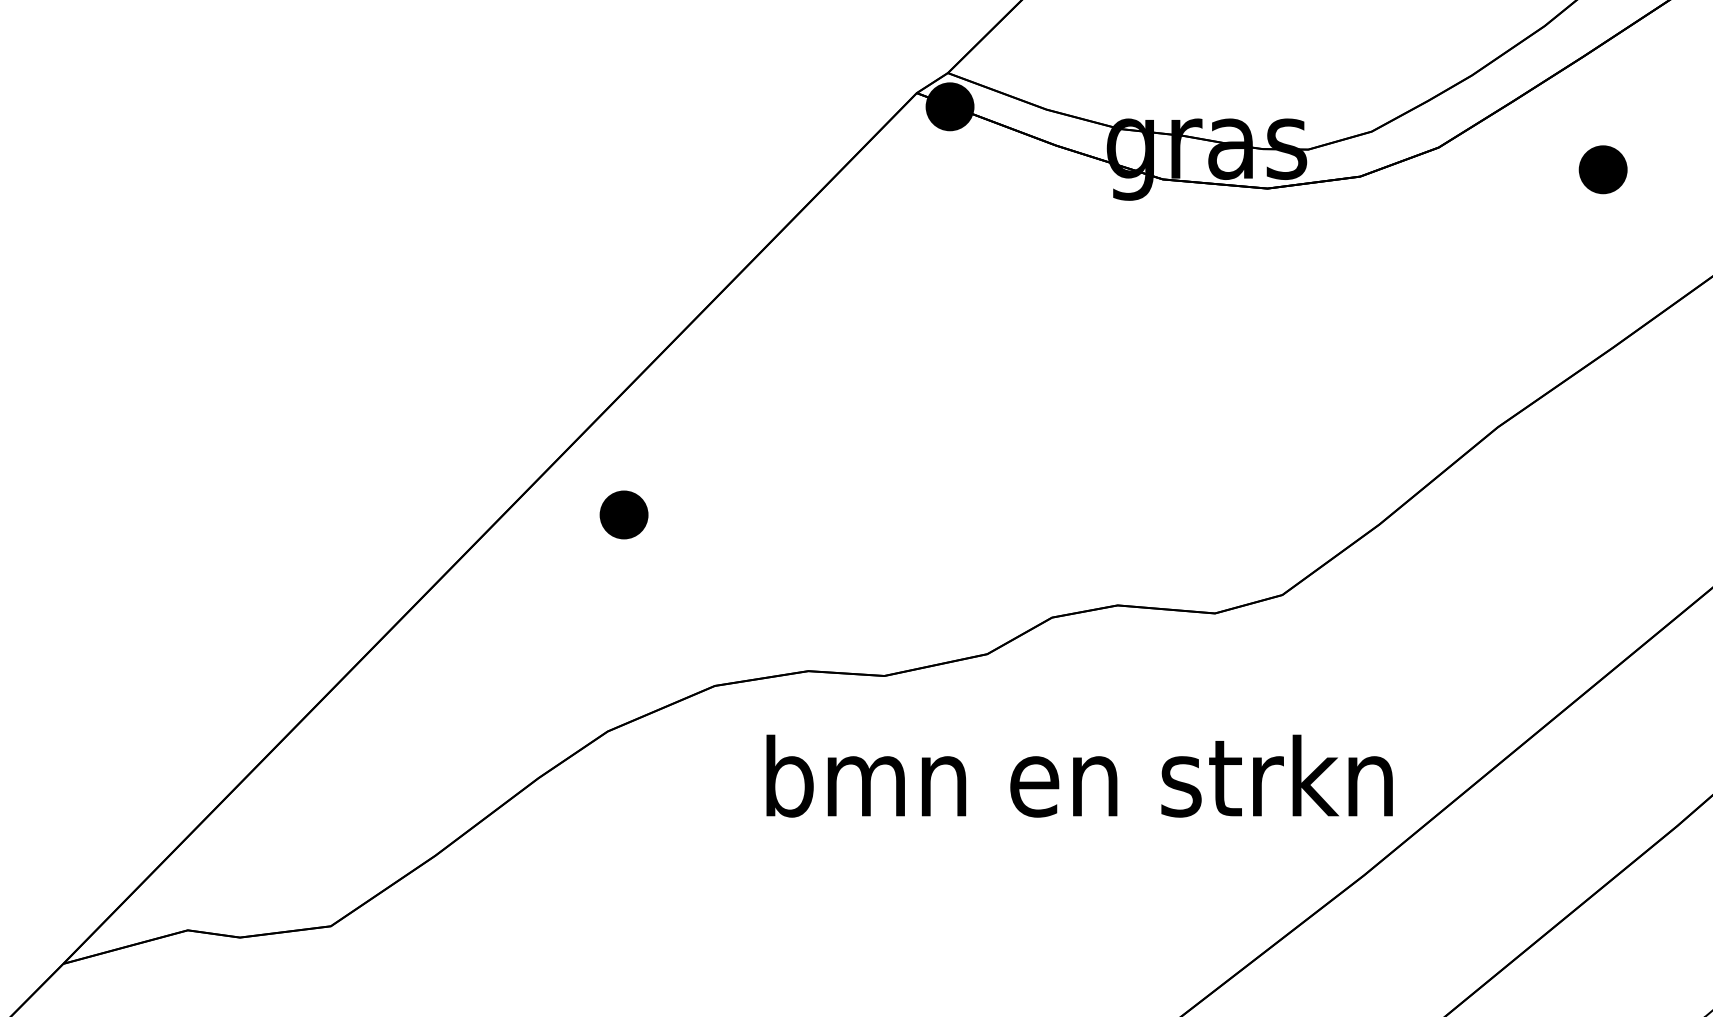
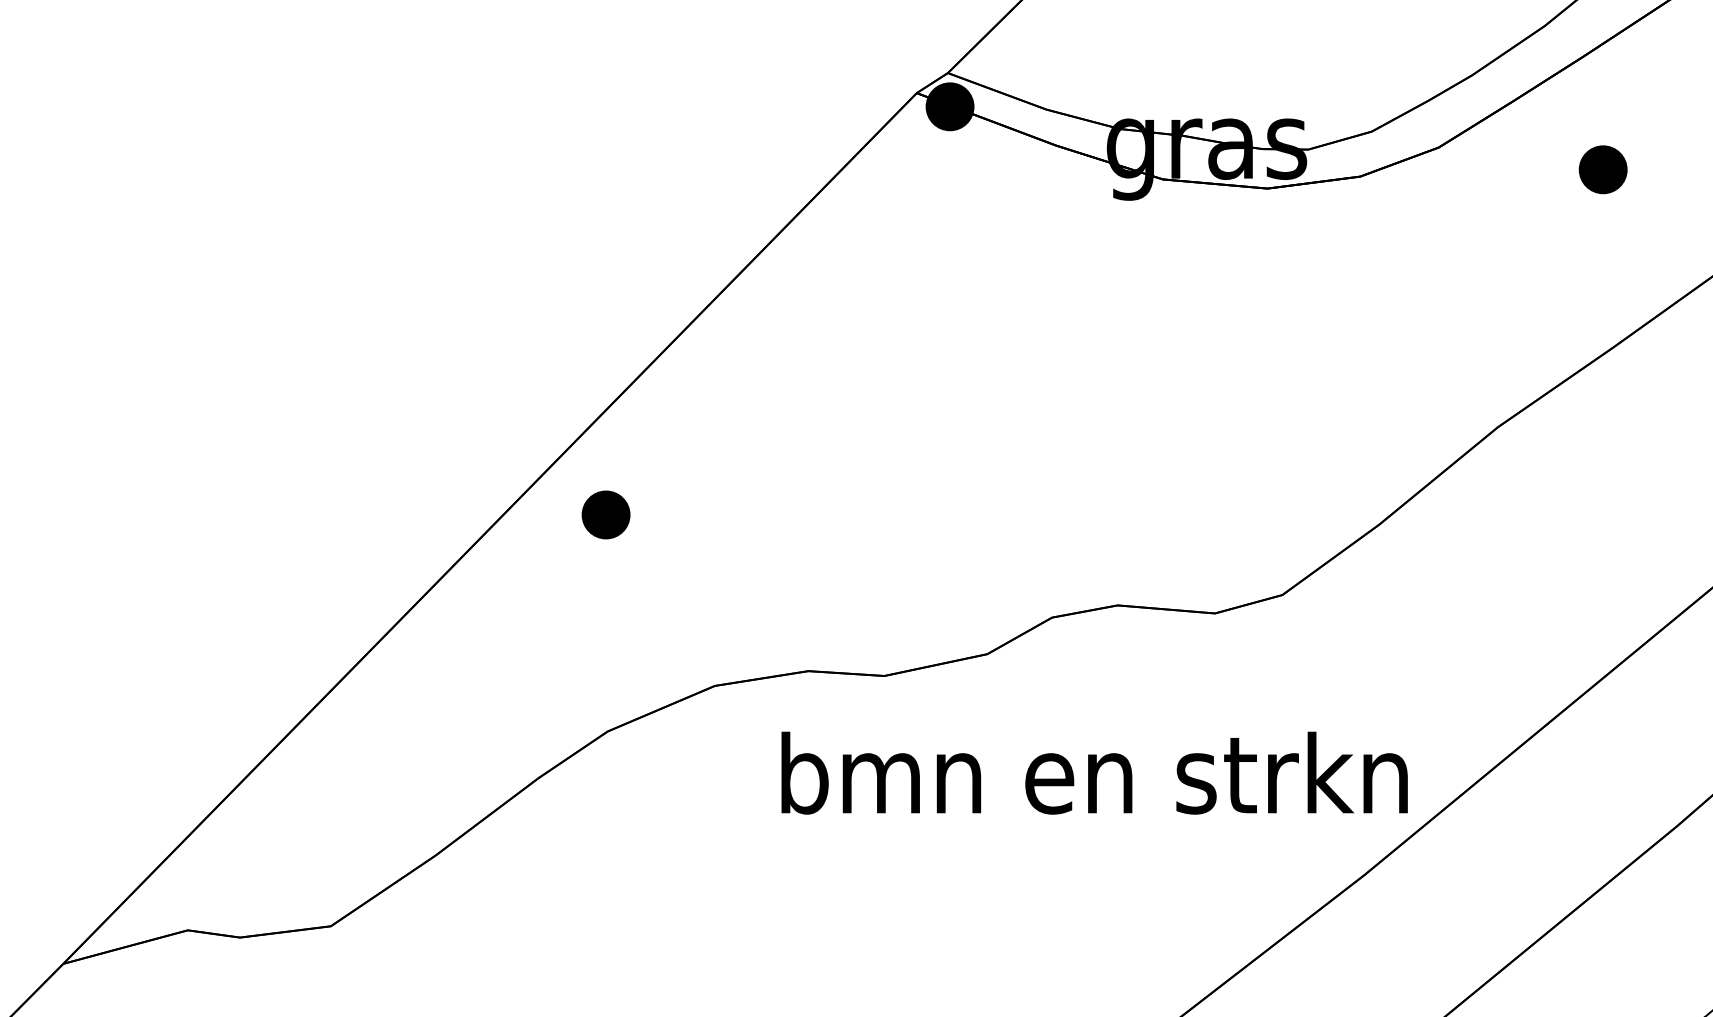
part at (623, 514) position: (623, 514) -> (605, 514)
text at (1079, 775) position: (1079, 775) -> (1094, 772)
